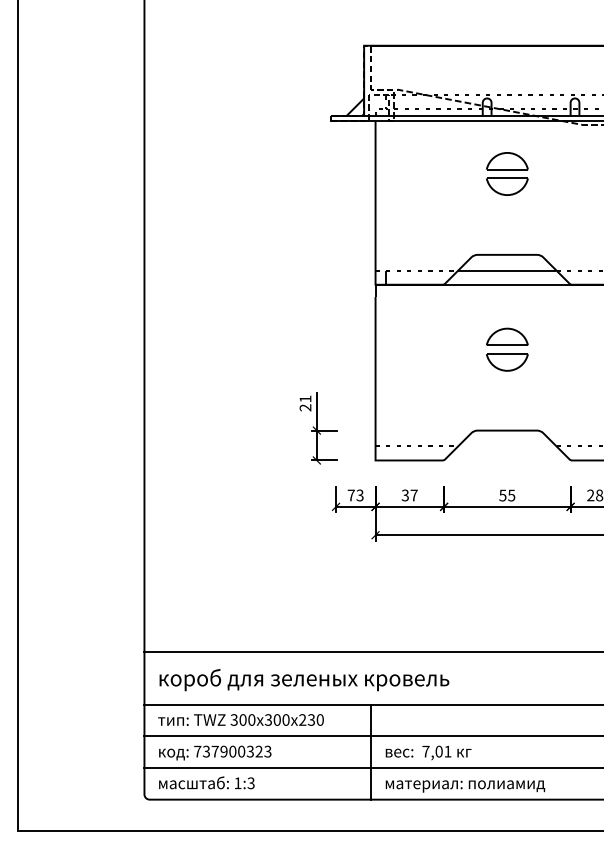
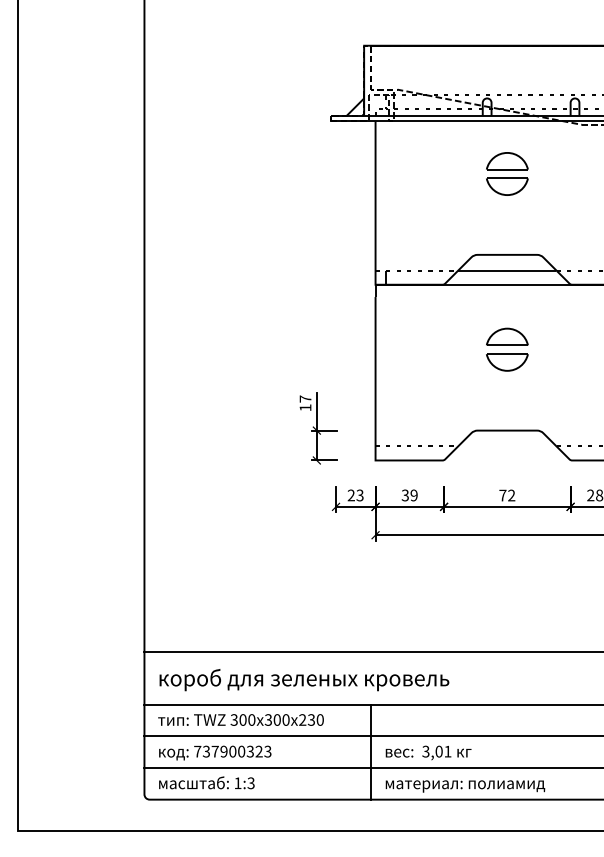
text at (305, 403): 21 -> 17
text at (350, 495): 73 -> 23
text at (413, 495): 37 -> 39
text at (507, 495): 55 -> 72
text at (425, 751): 7,01 -> 3,01
